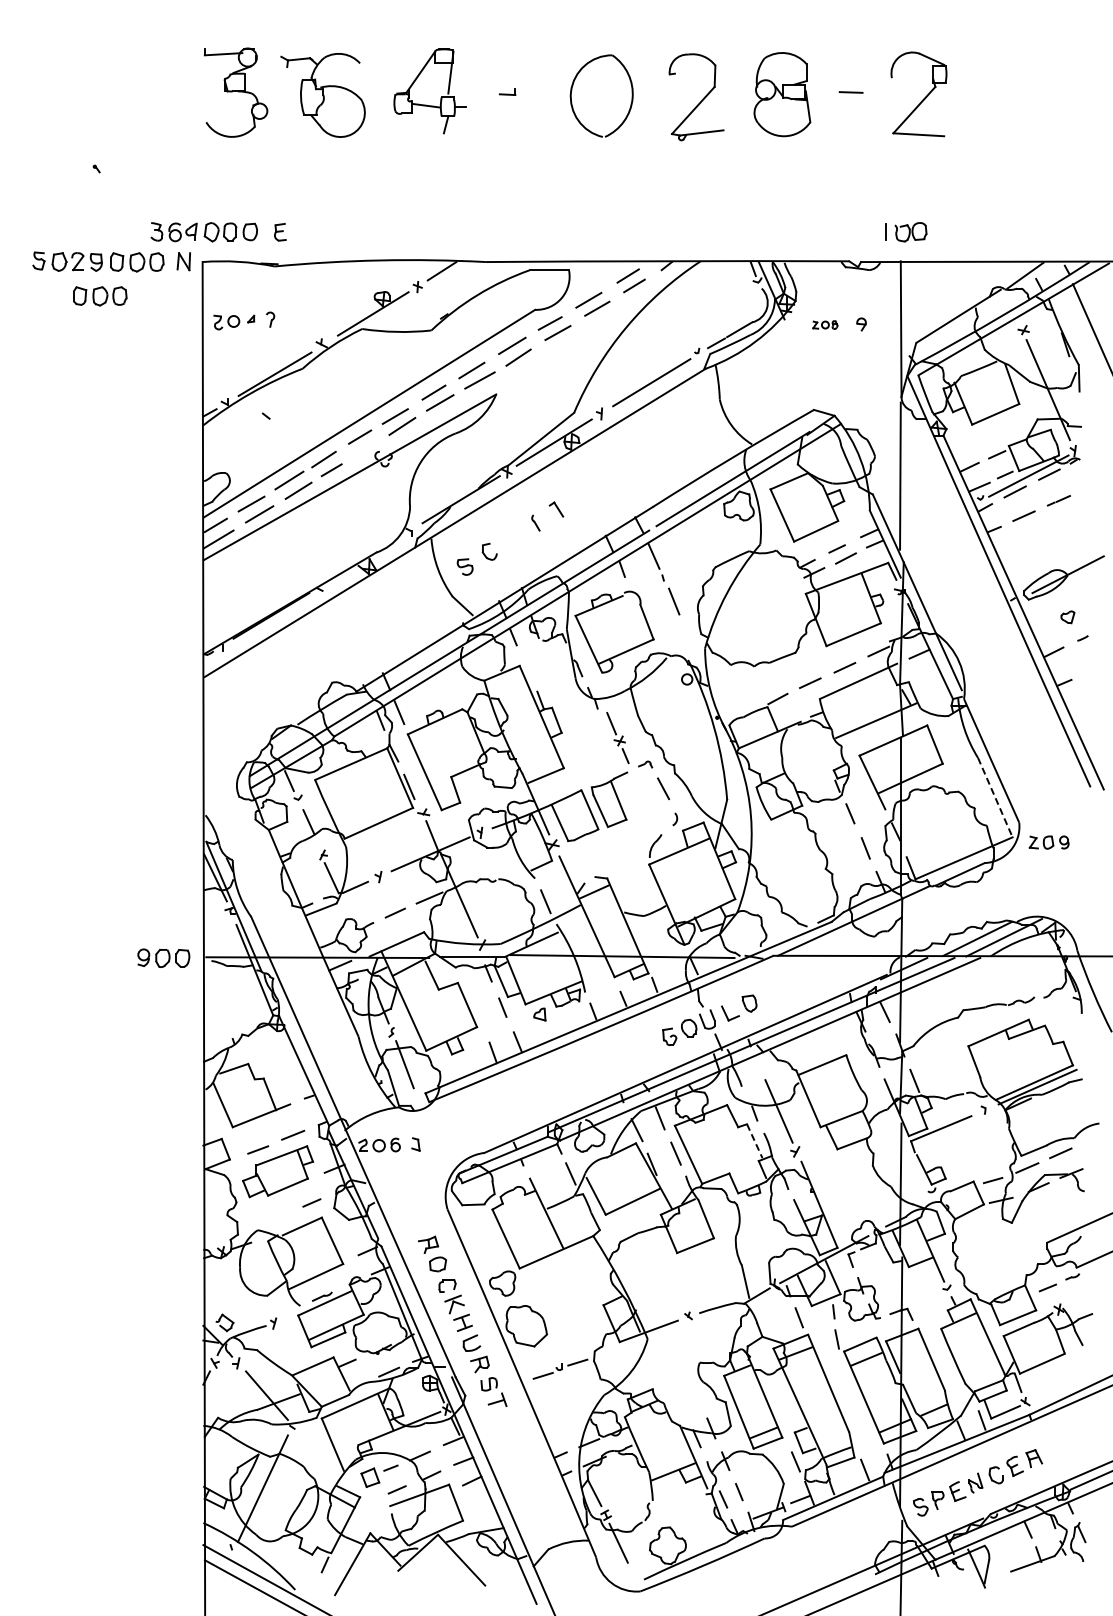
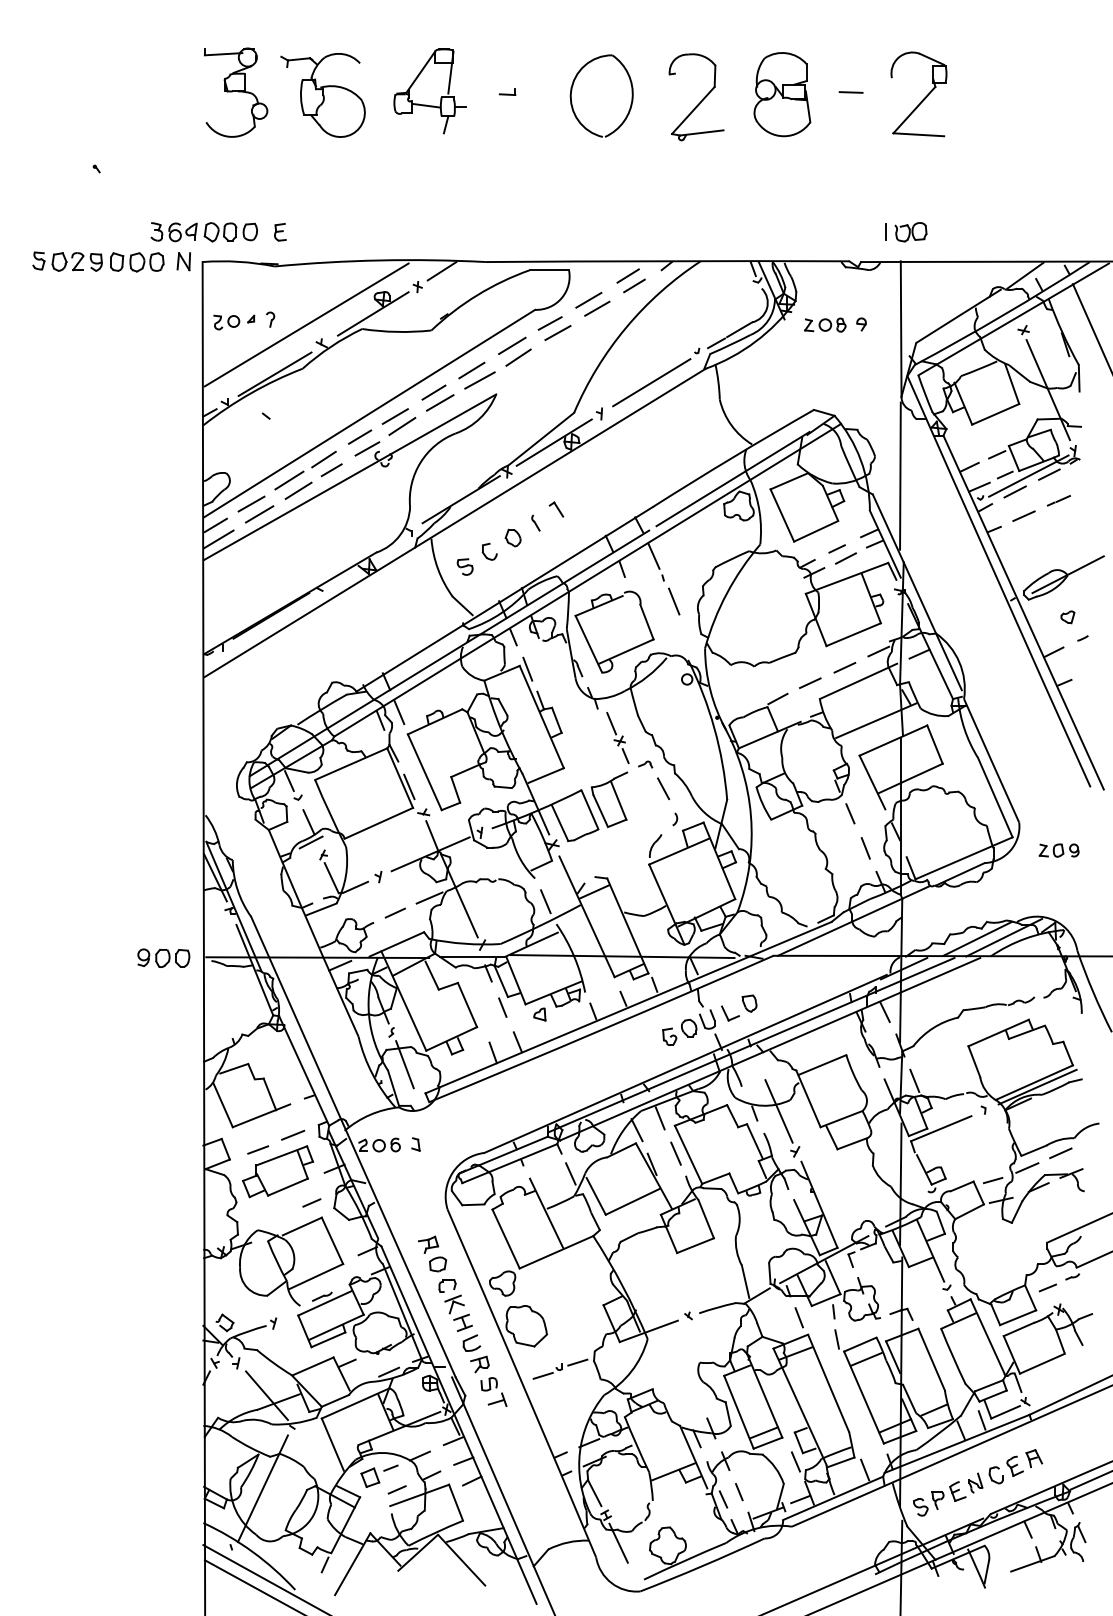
part at (100, 296): present -> none
line at (306, 324): none -> present
part at (825, 324) size: 27x10 px -> 43x16 px
line at (367, 448): none -> present
part at (512, 537): none -> present
line at (527, 668): none -> present
line at (995, 798): dashed -> solid
line at (310, 842): none -> present
part at (1048, 842) position: (1048, 842) -> (1058, 850)
line at (754, 1141): dashed -> solid
